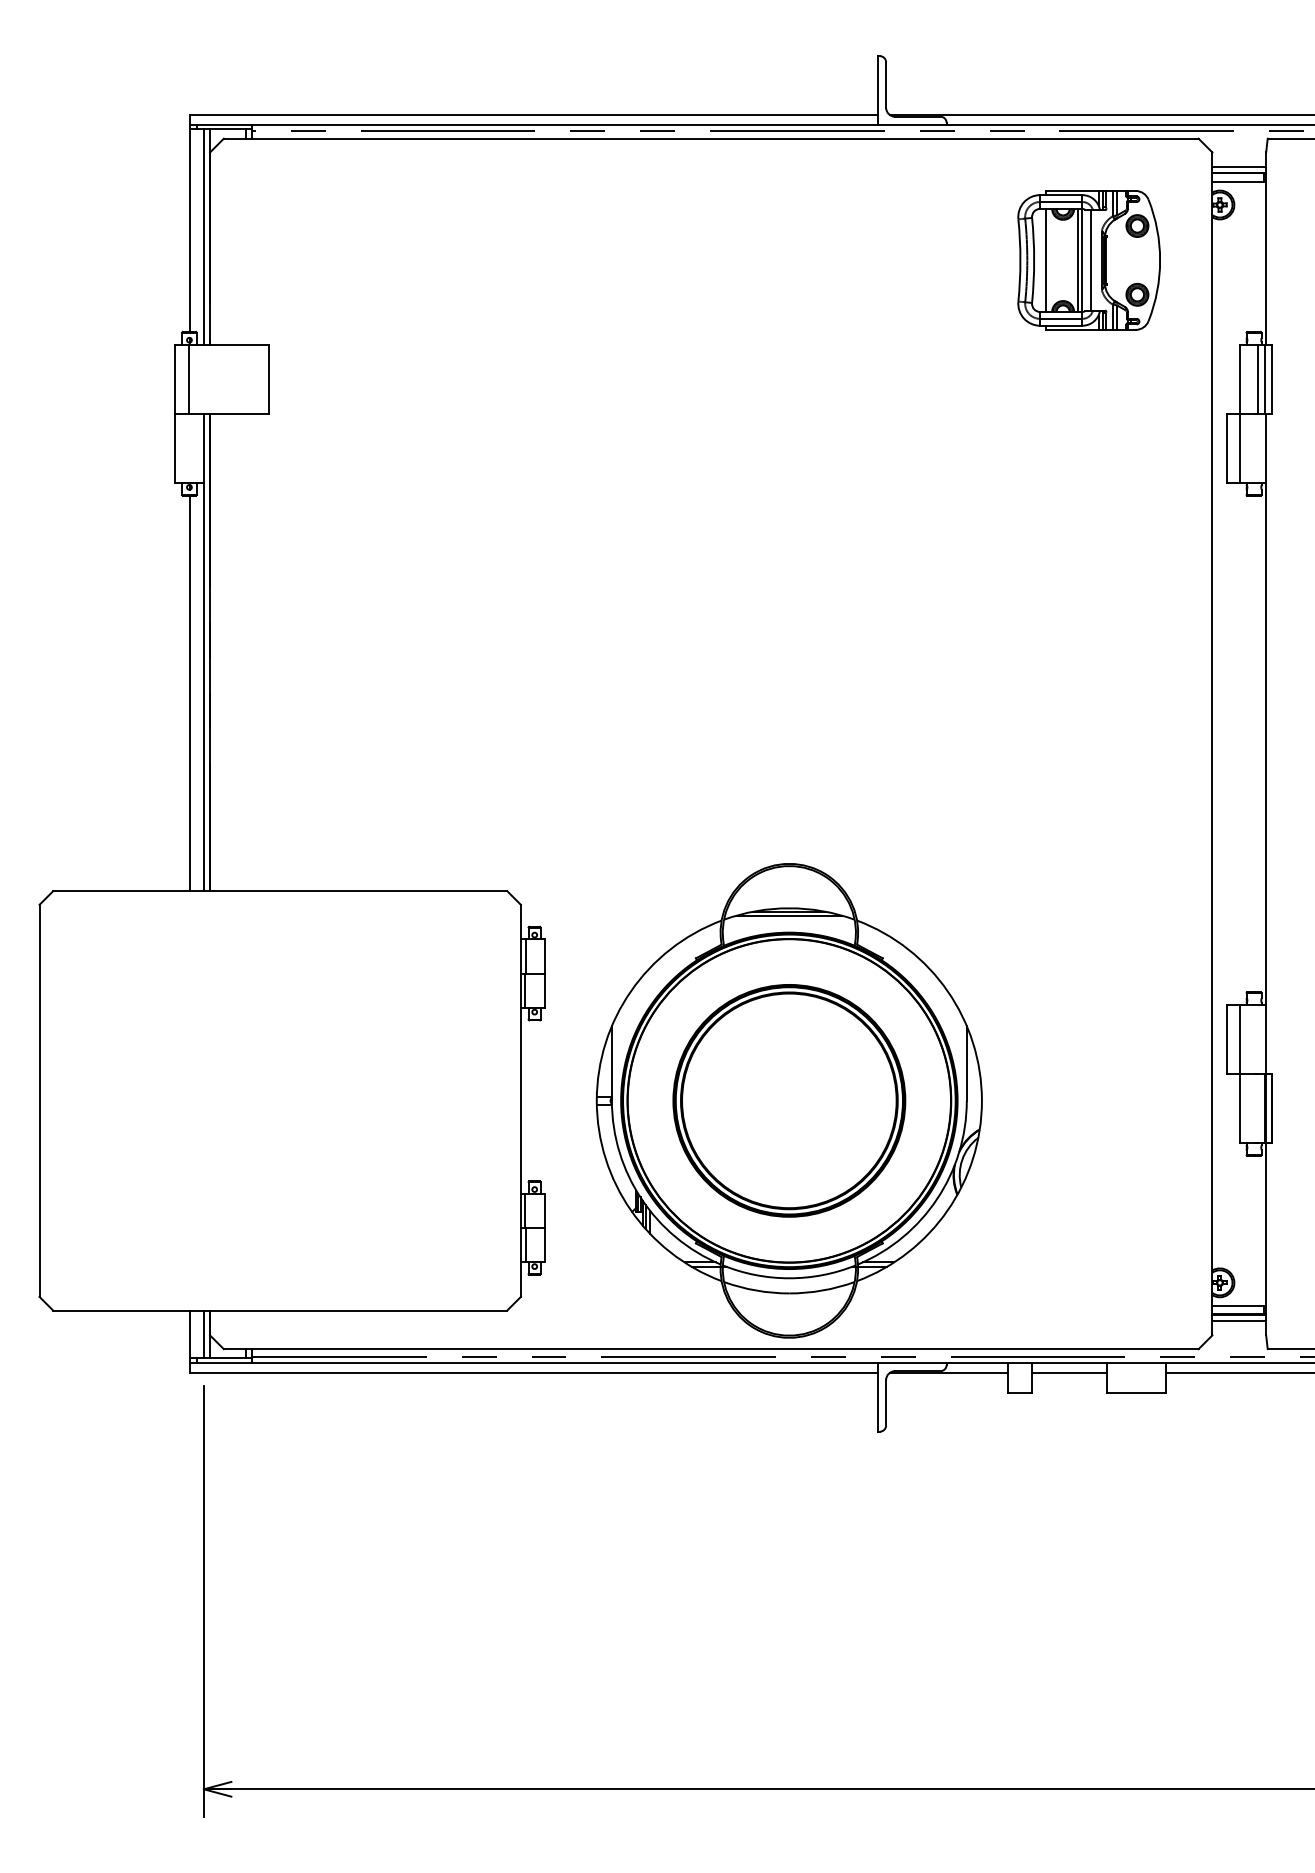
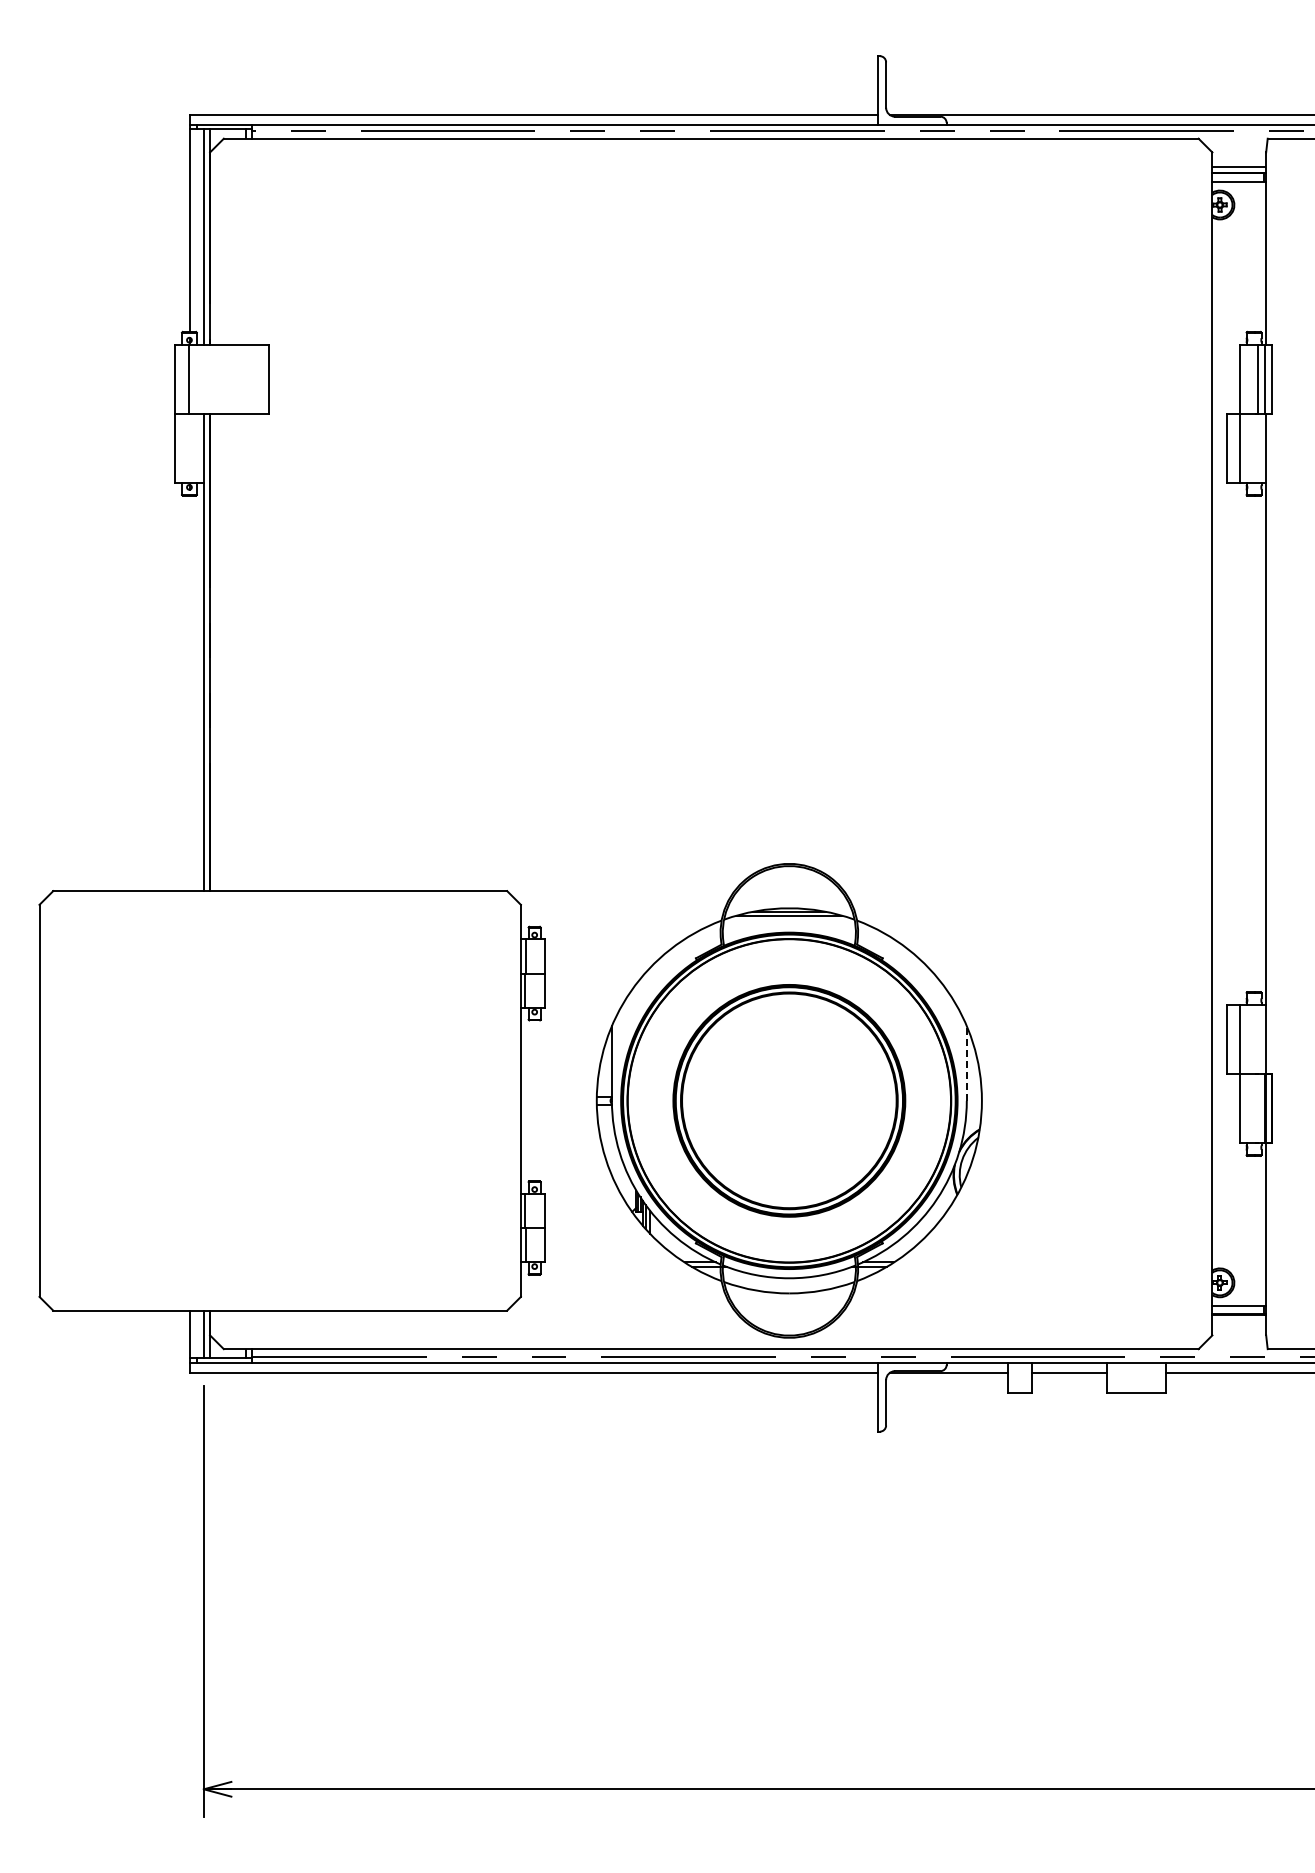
part at (1088, 260): present -> none
line at (190, 693): present -> none
line at (966, 1062): solid -> dashed
line at (1239, 1320): present -> none
